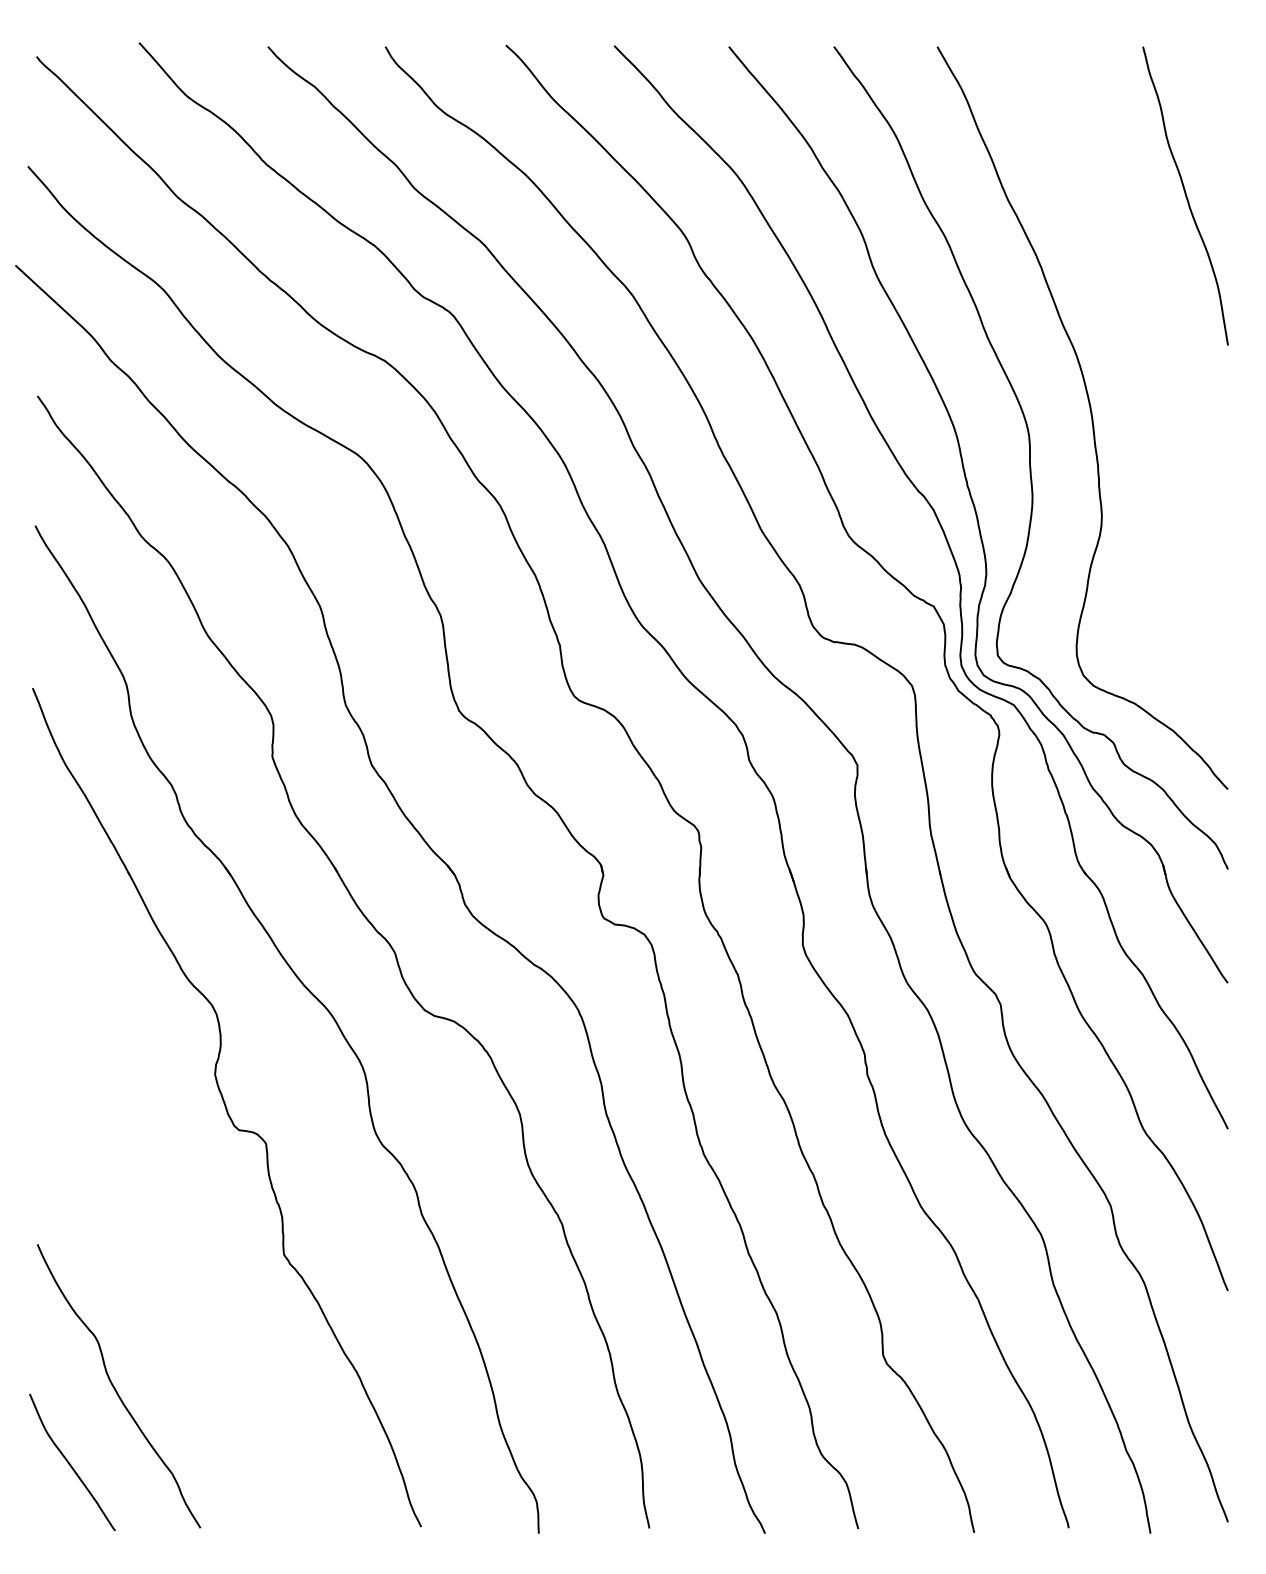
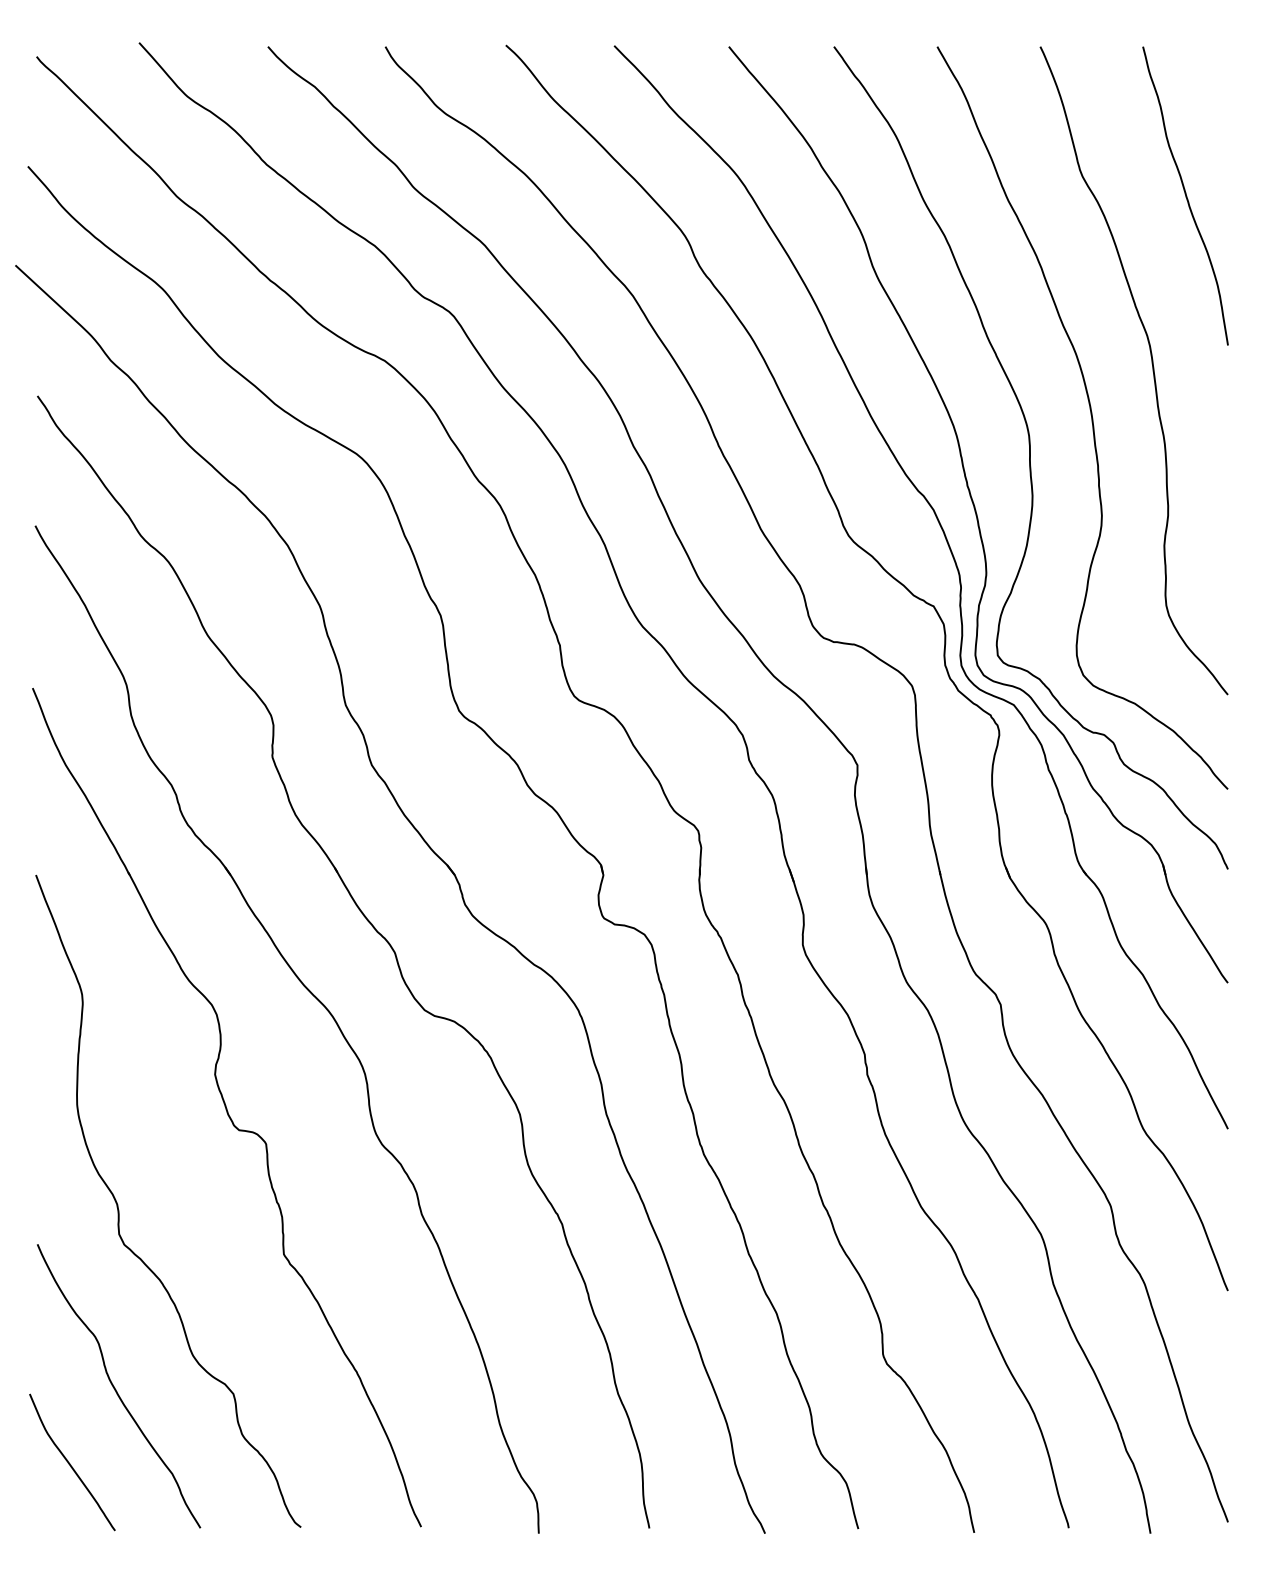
curve at (1152, 370): none -> present
curve at (119, 1210): none -> present
